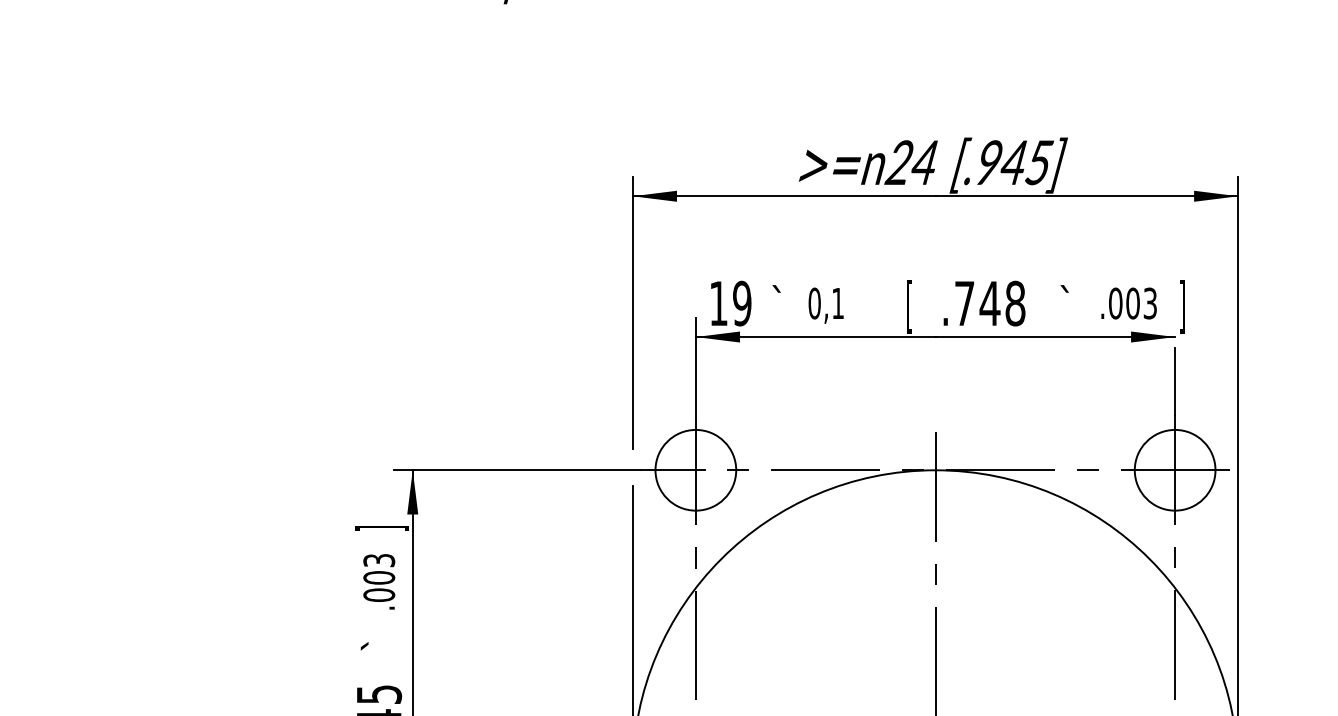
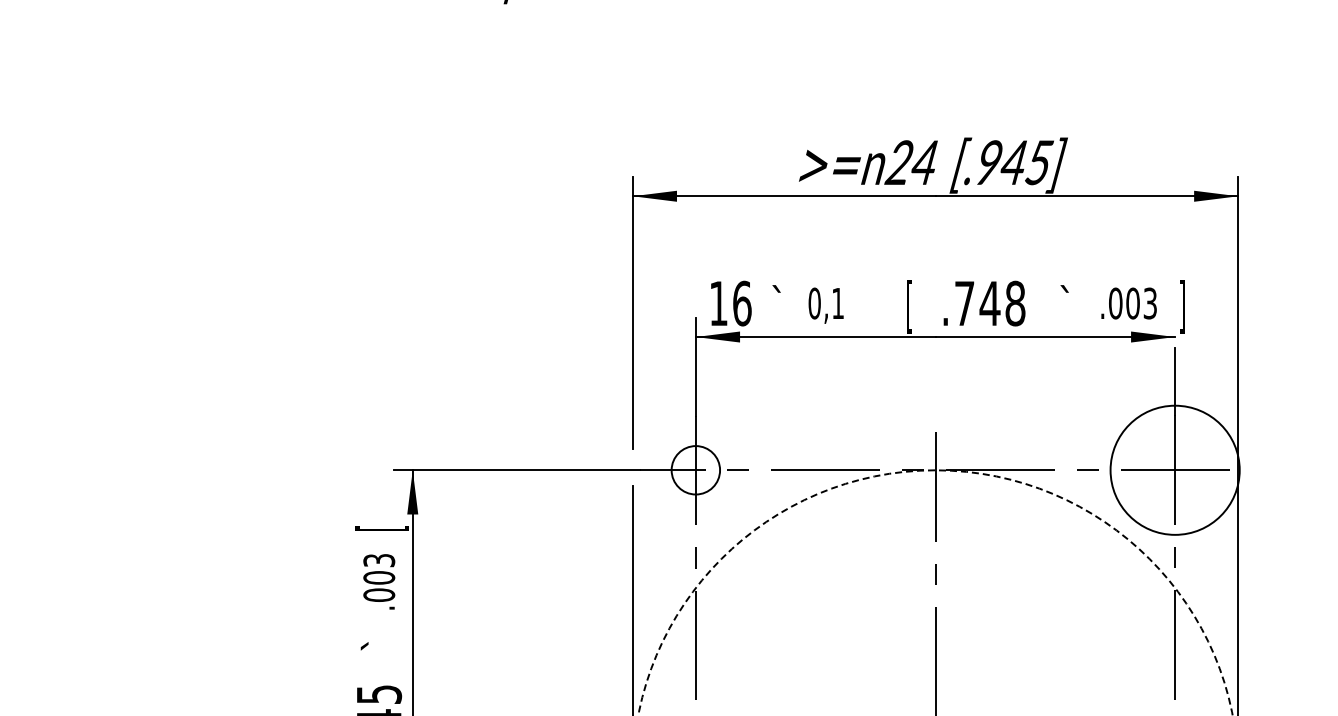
text at (742, 303): 19 -> 16
circle at (695, 469) diameter: 81 px -> 48 px
circle at (1174, 469) diameter: 81 px -> 129 px
text at (382, 528): ] -> [
circle at (935, 592): solid -> dashed
